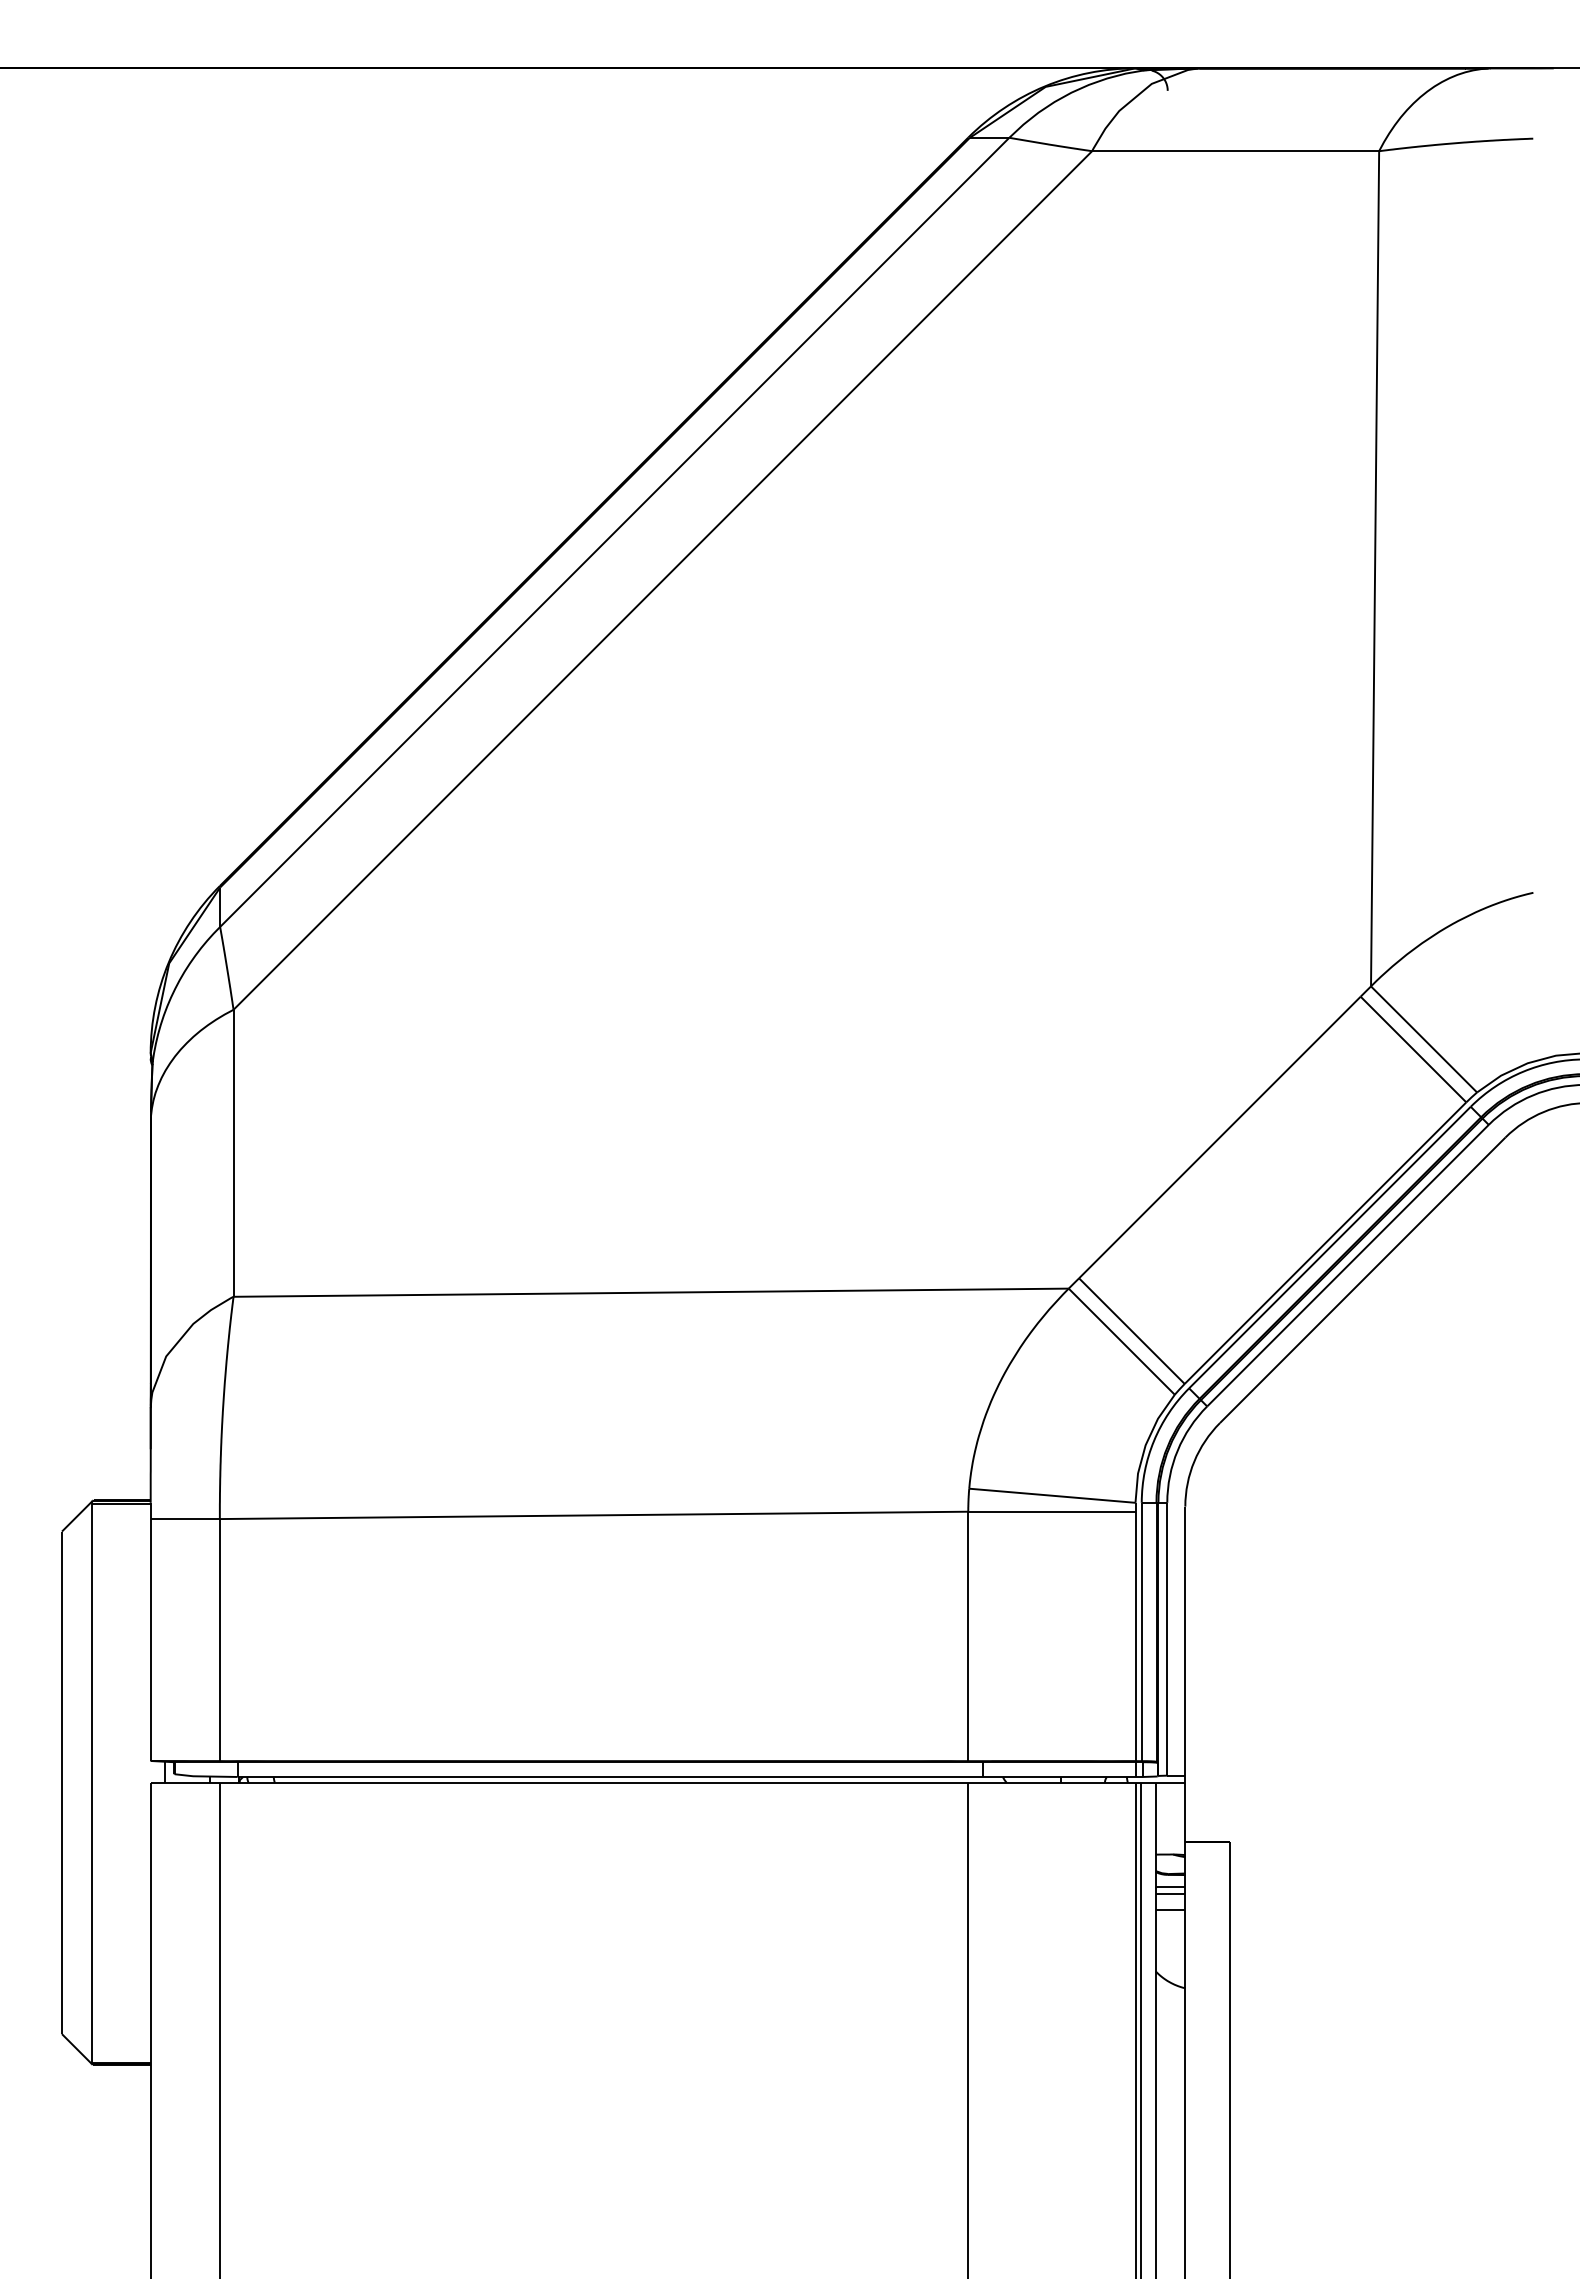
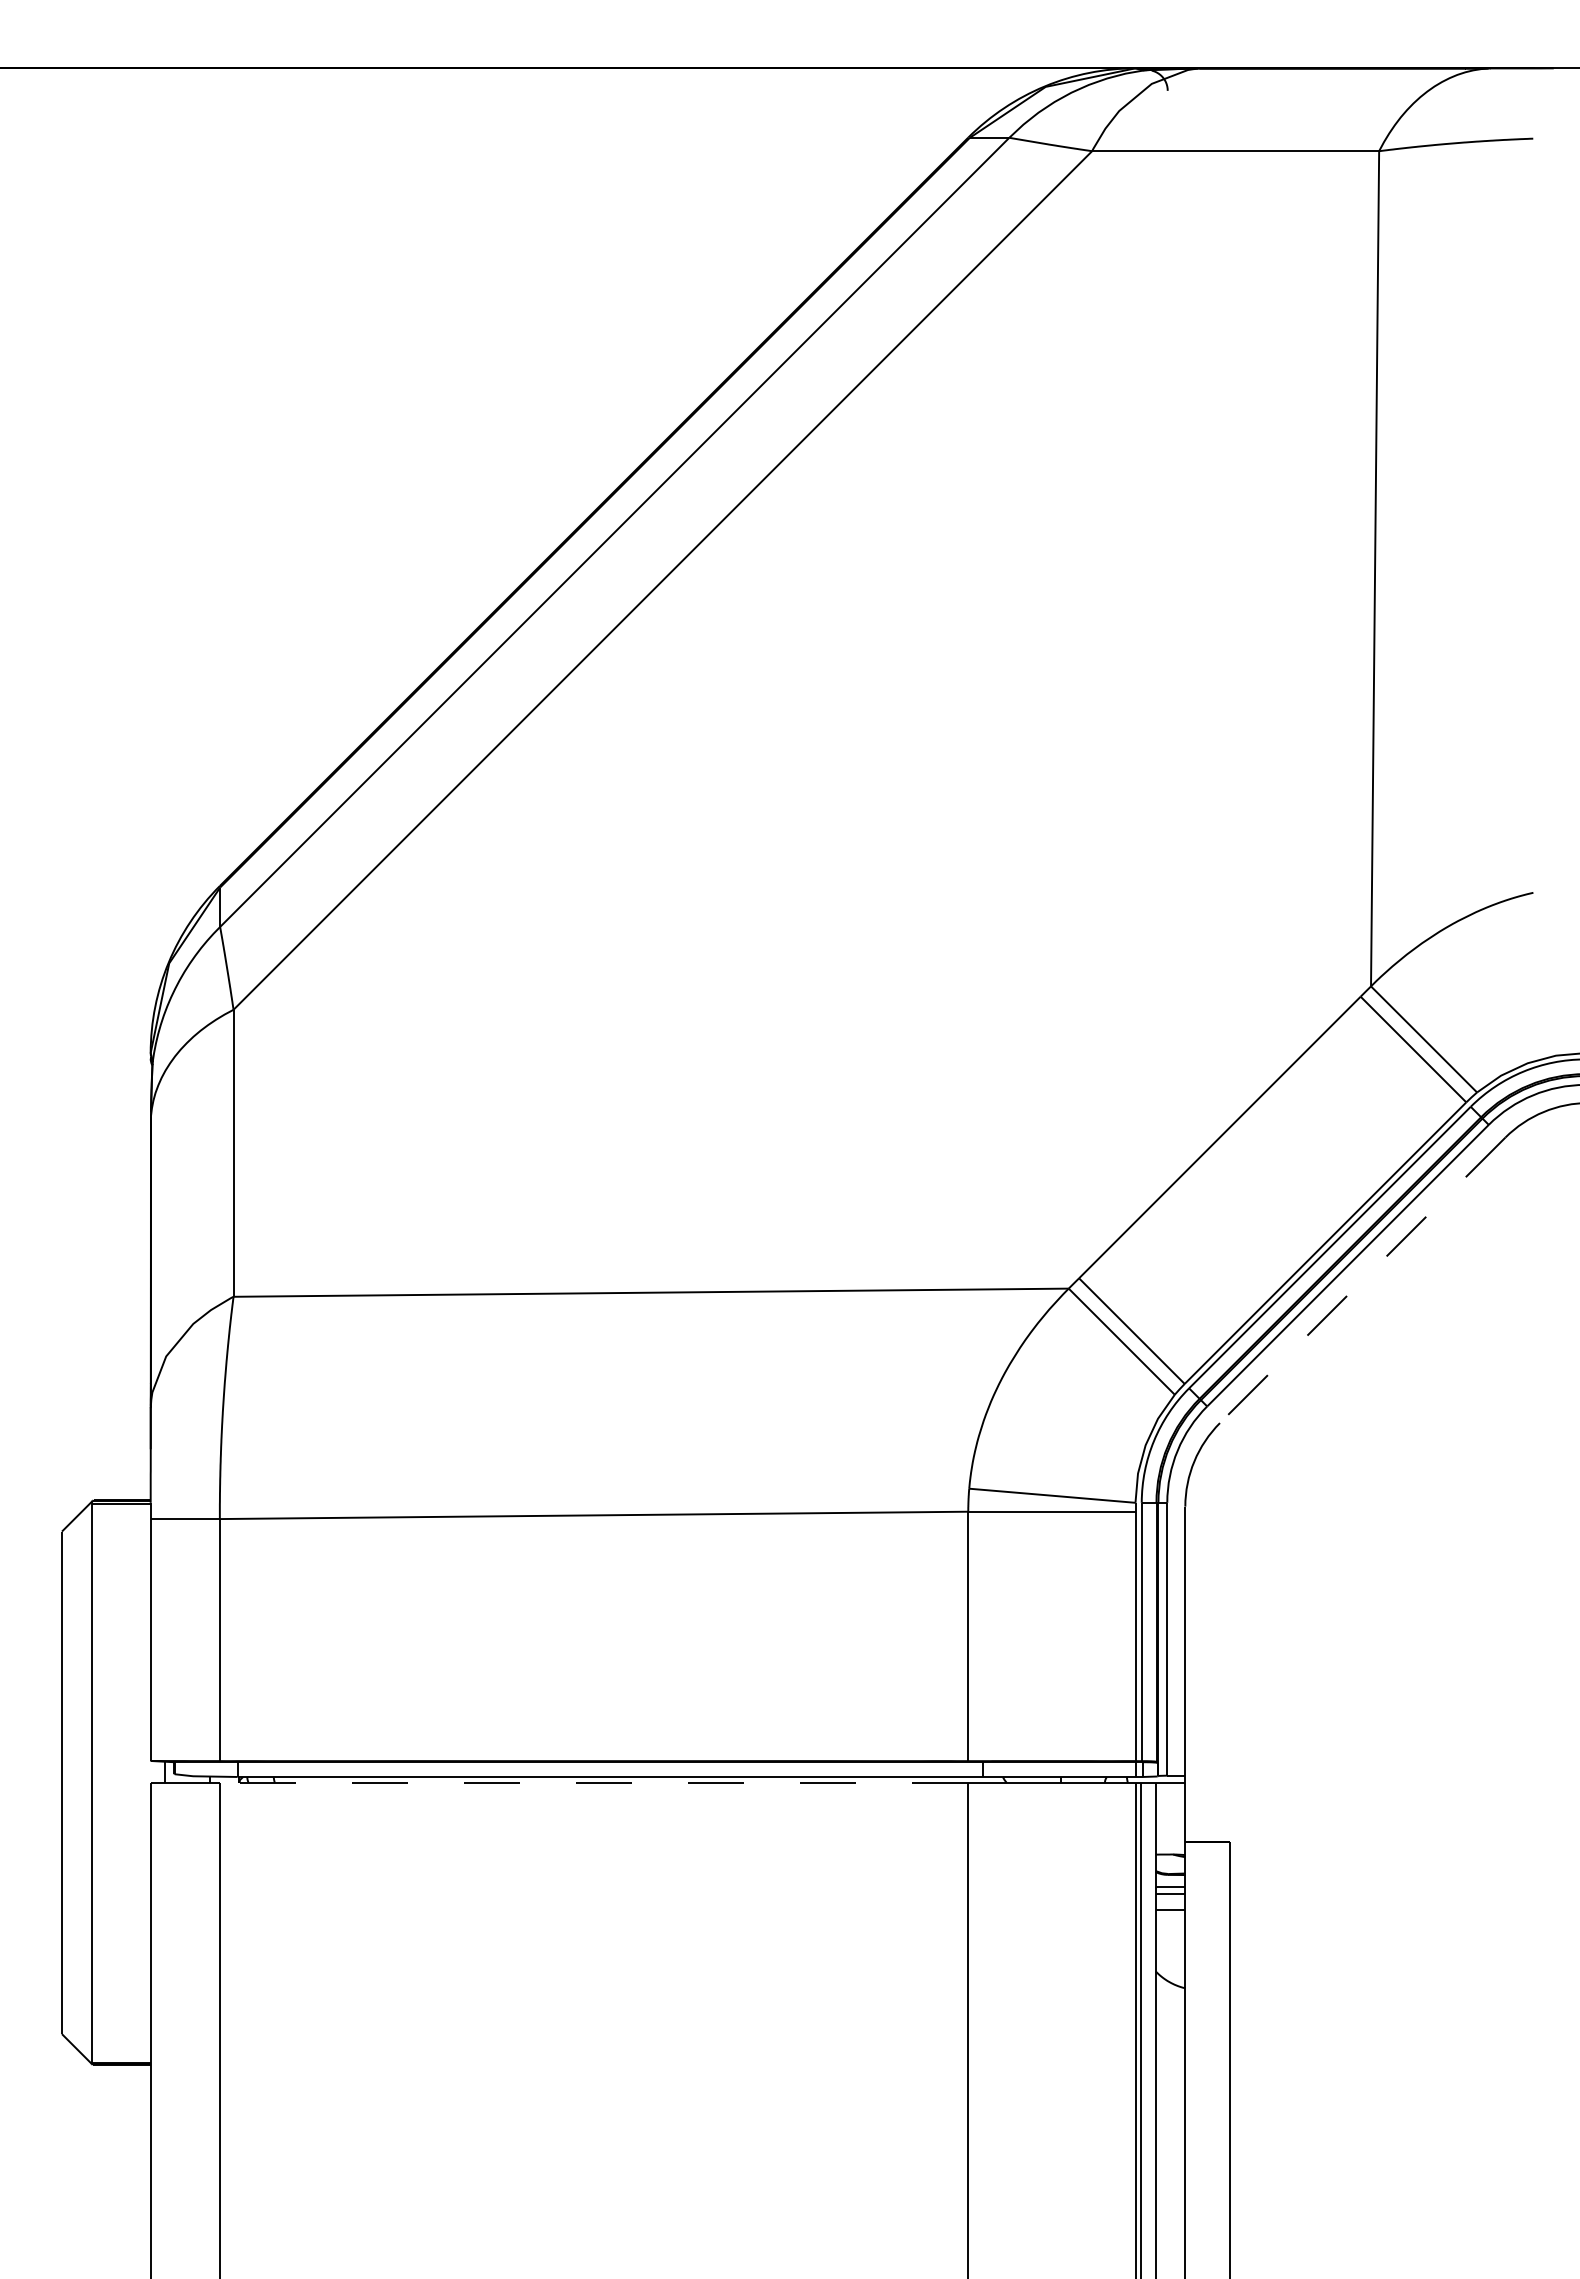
line at (1362, 1280): solid -> dashed
line at (593, 1782): solid -> dashed
